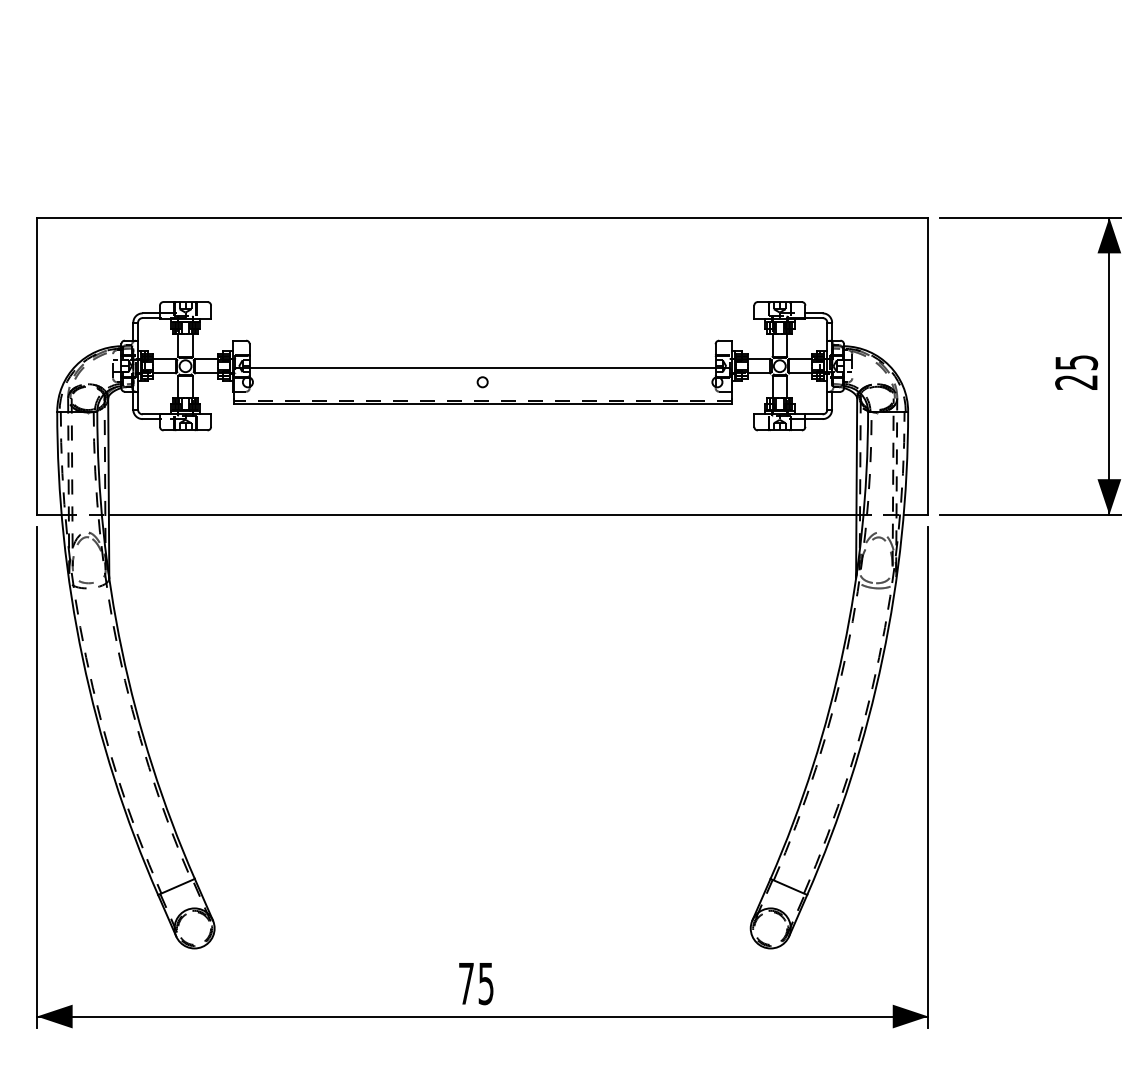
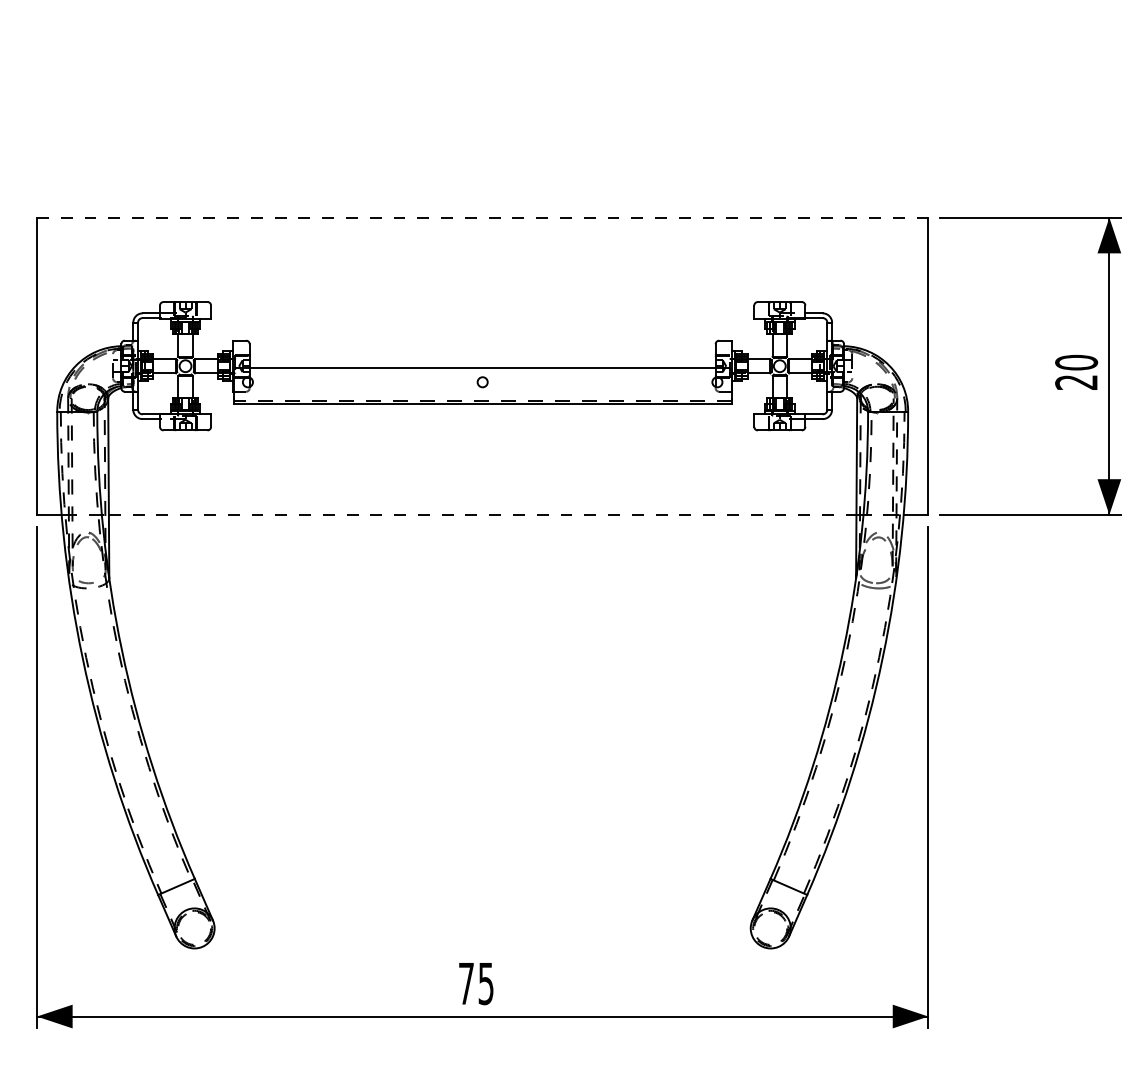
line at (482, 217): solid -> dashed
text at (1076, 362): 25 -> 20
line at (482, 514): solid -> dashed
